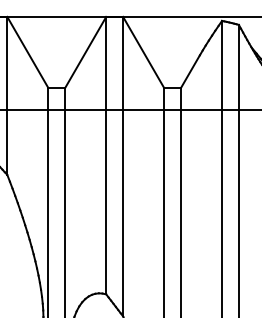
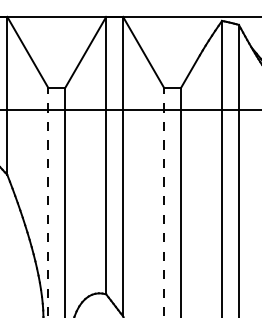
line at (48, 202): solid -> dashed
line at (164, 202): solid -> dashed
